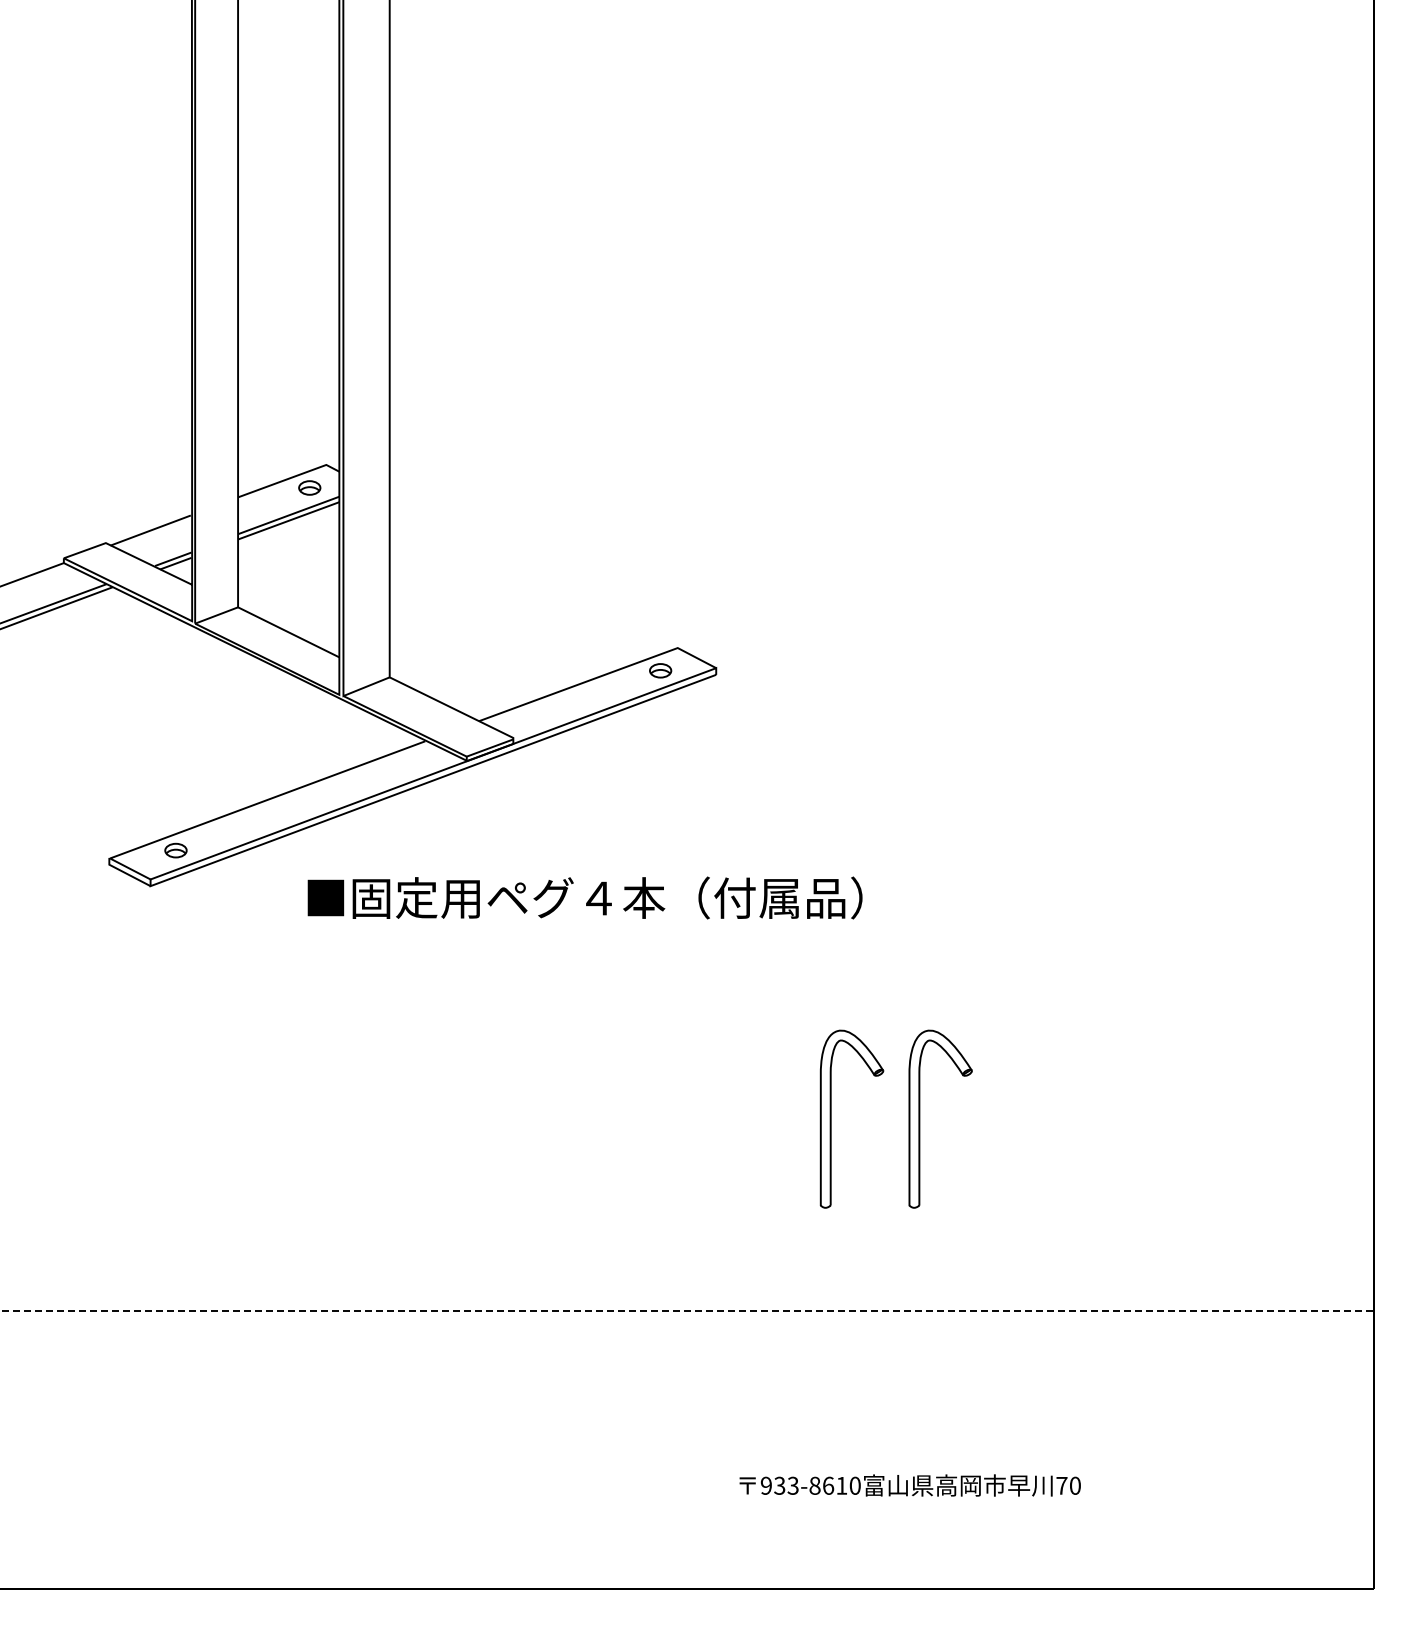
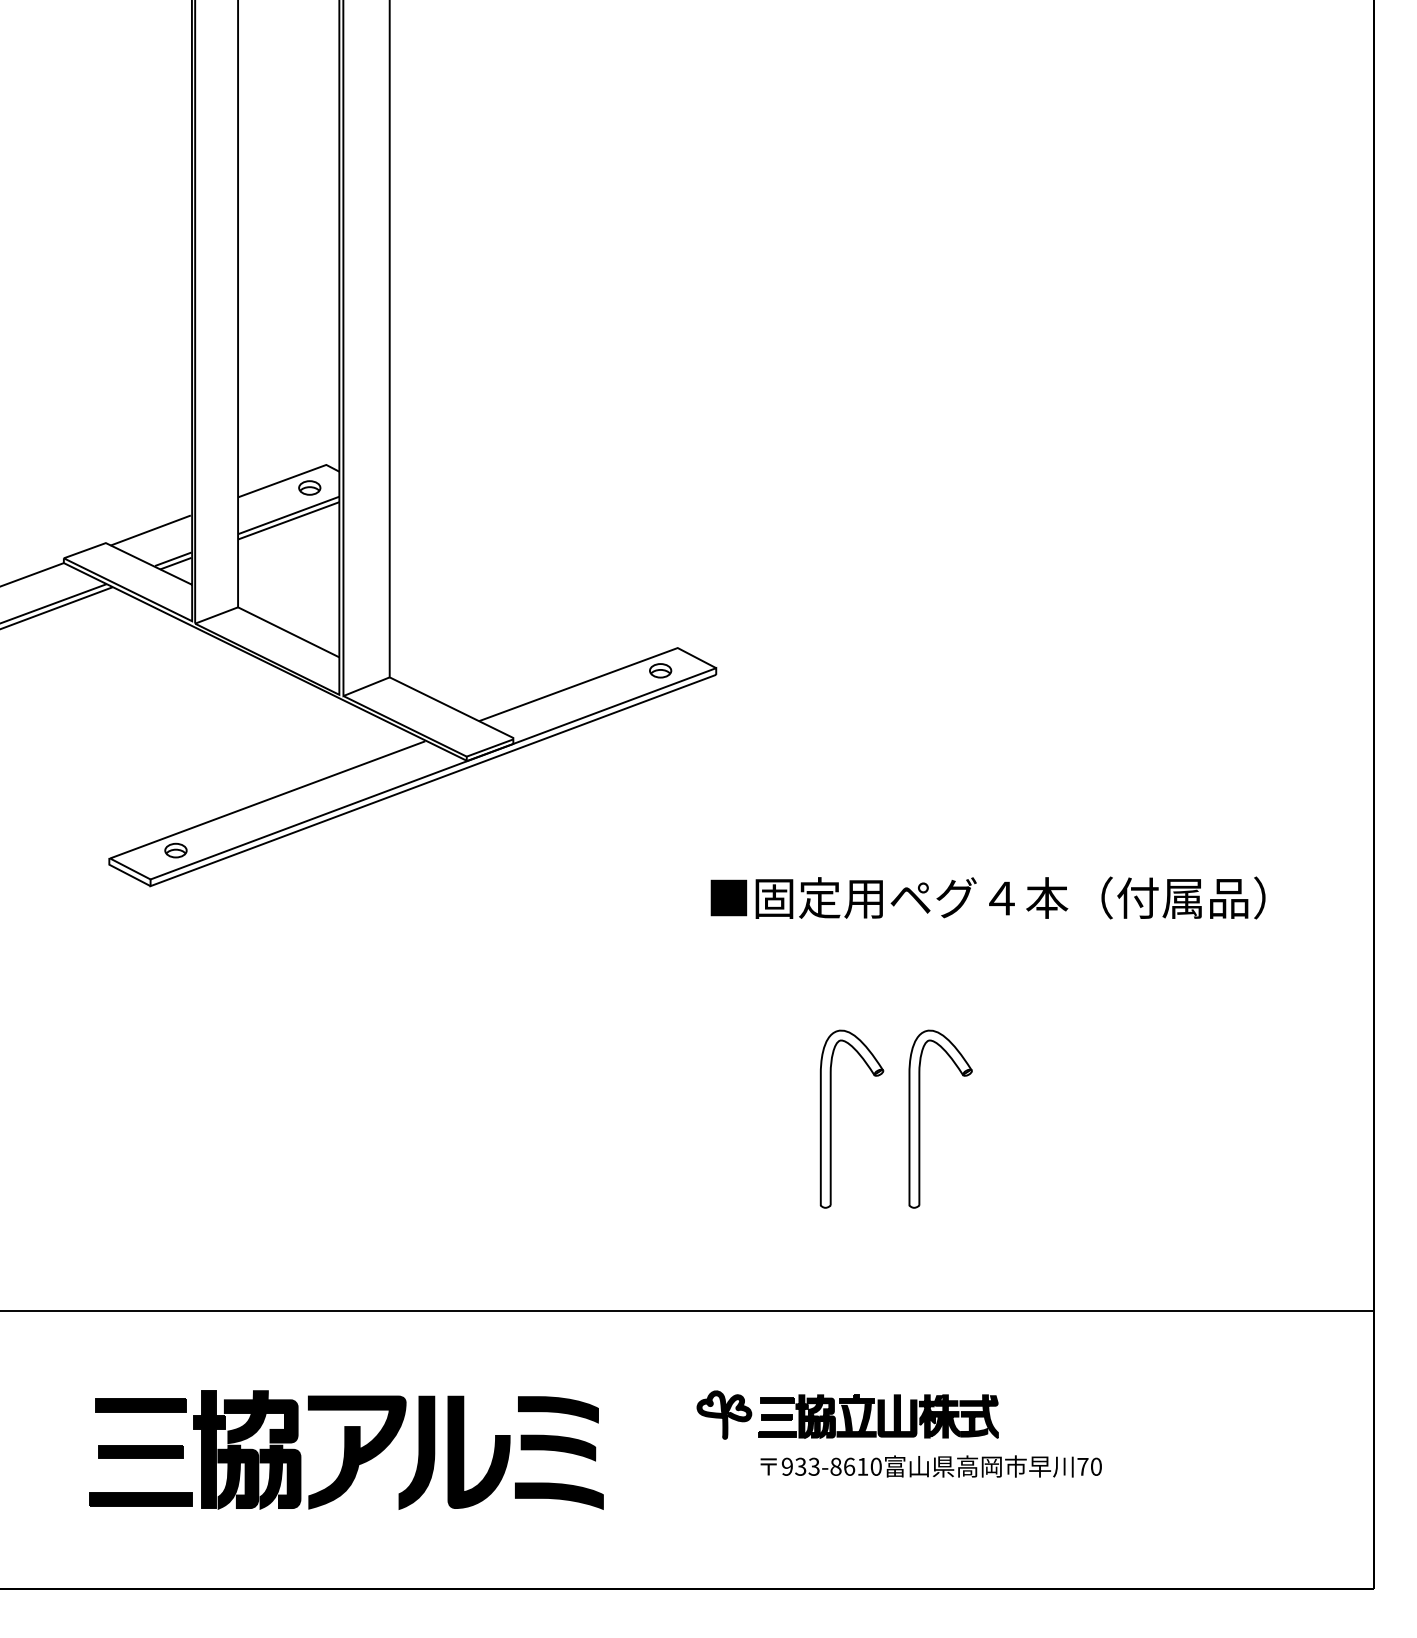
text at (584, 897) position: (584, 897) -> (987, 897)
line at (686, 1311): dashed -> solid
part at (847, 1414): none -> present
part at (346, 1449): none -> present
text at (909, 1485) position: (909, 1485) -> (930, 1466)
